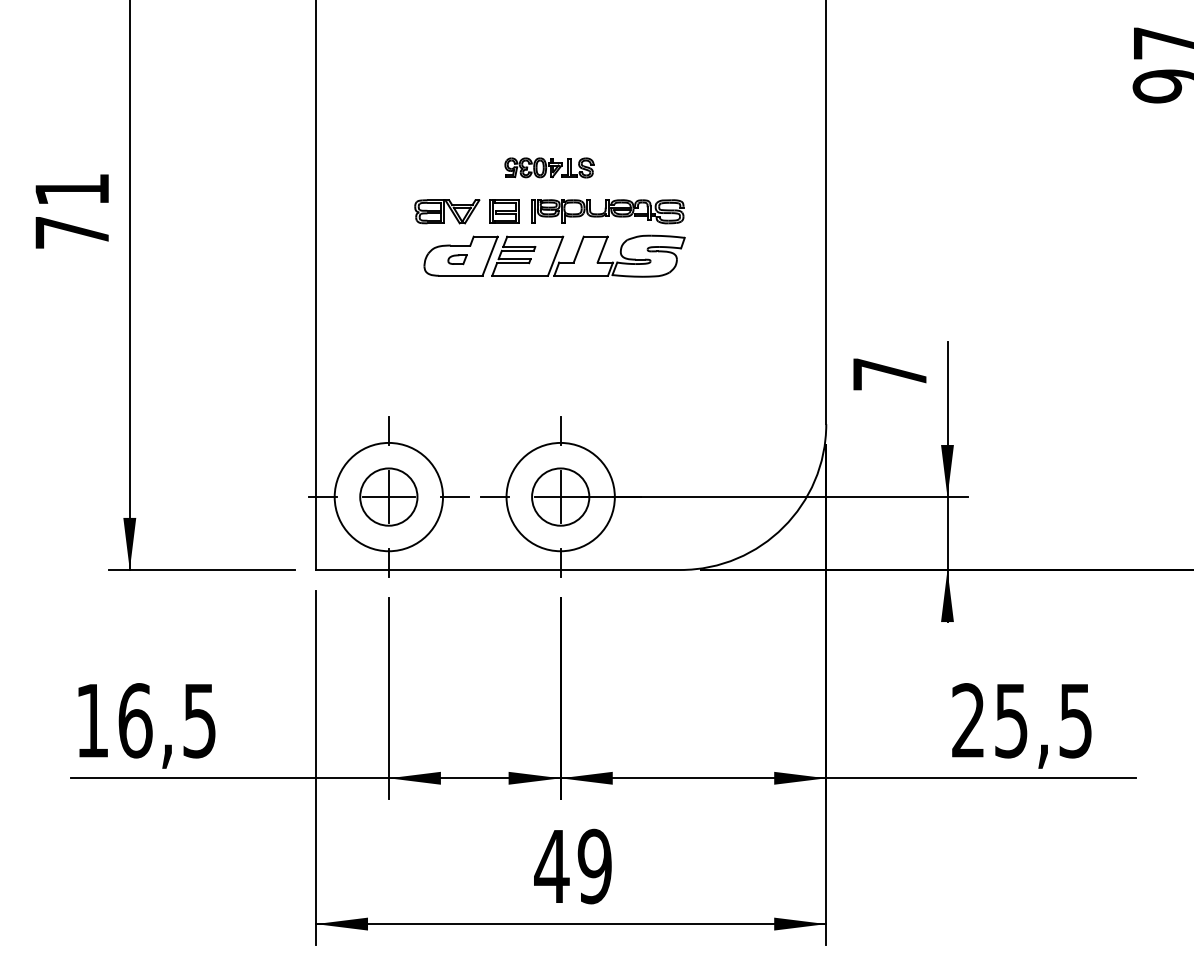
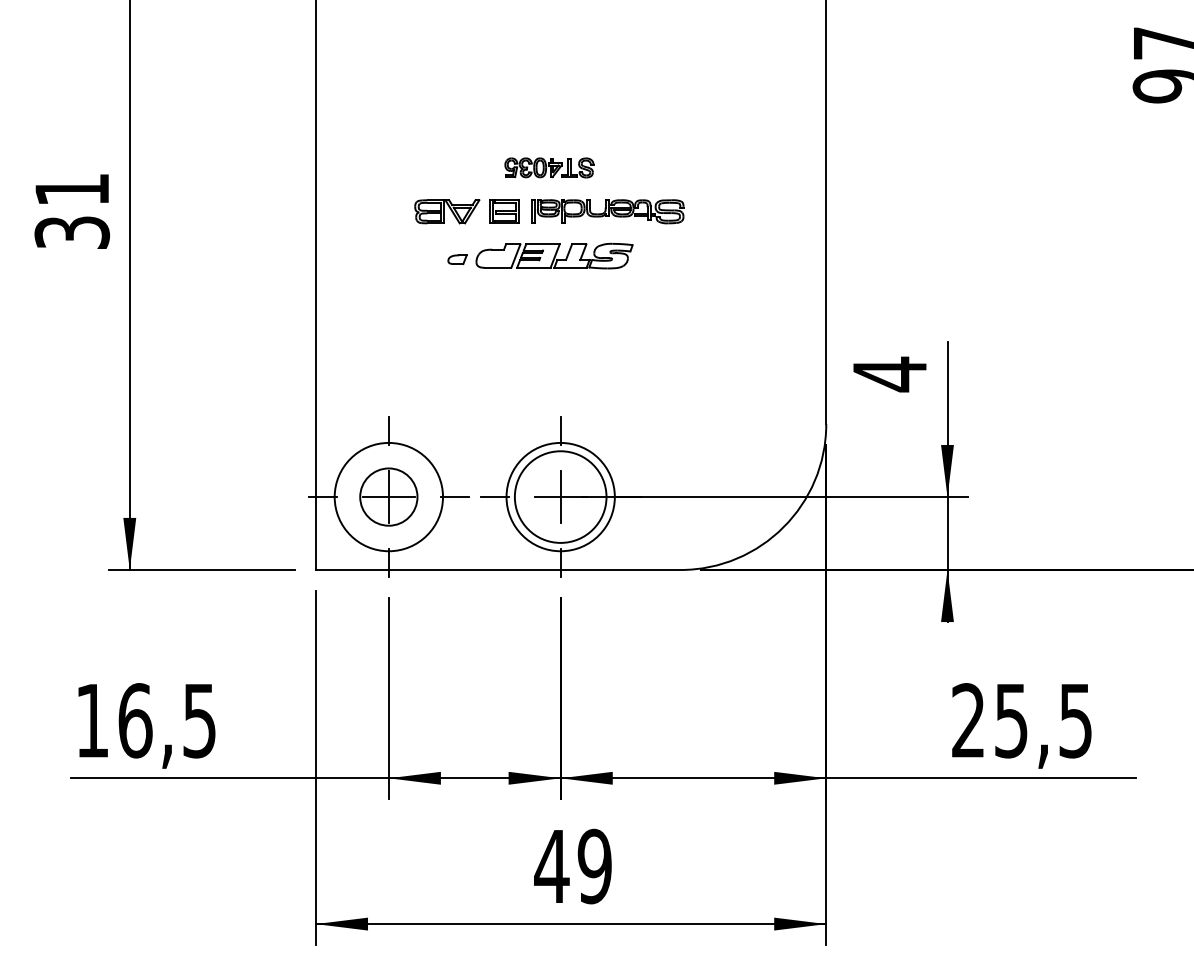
text at (72, 232): 71 -> 31
part at (554, 255) size: 263x44 px -> 159x28 px
text at (889, 374): 7 -> 4
circle at (560, 496) diameter: 57 px -> 92 px
